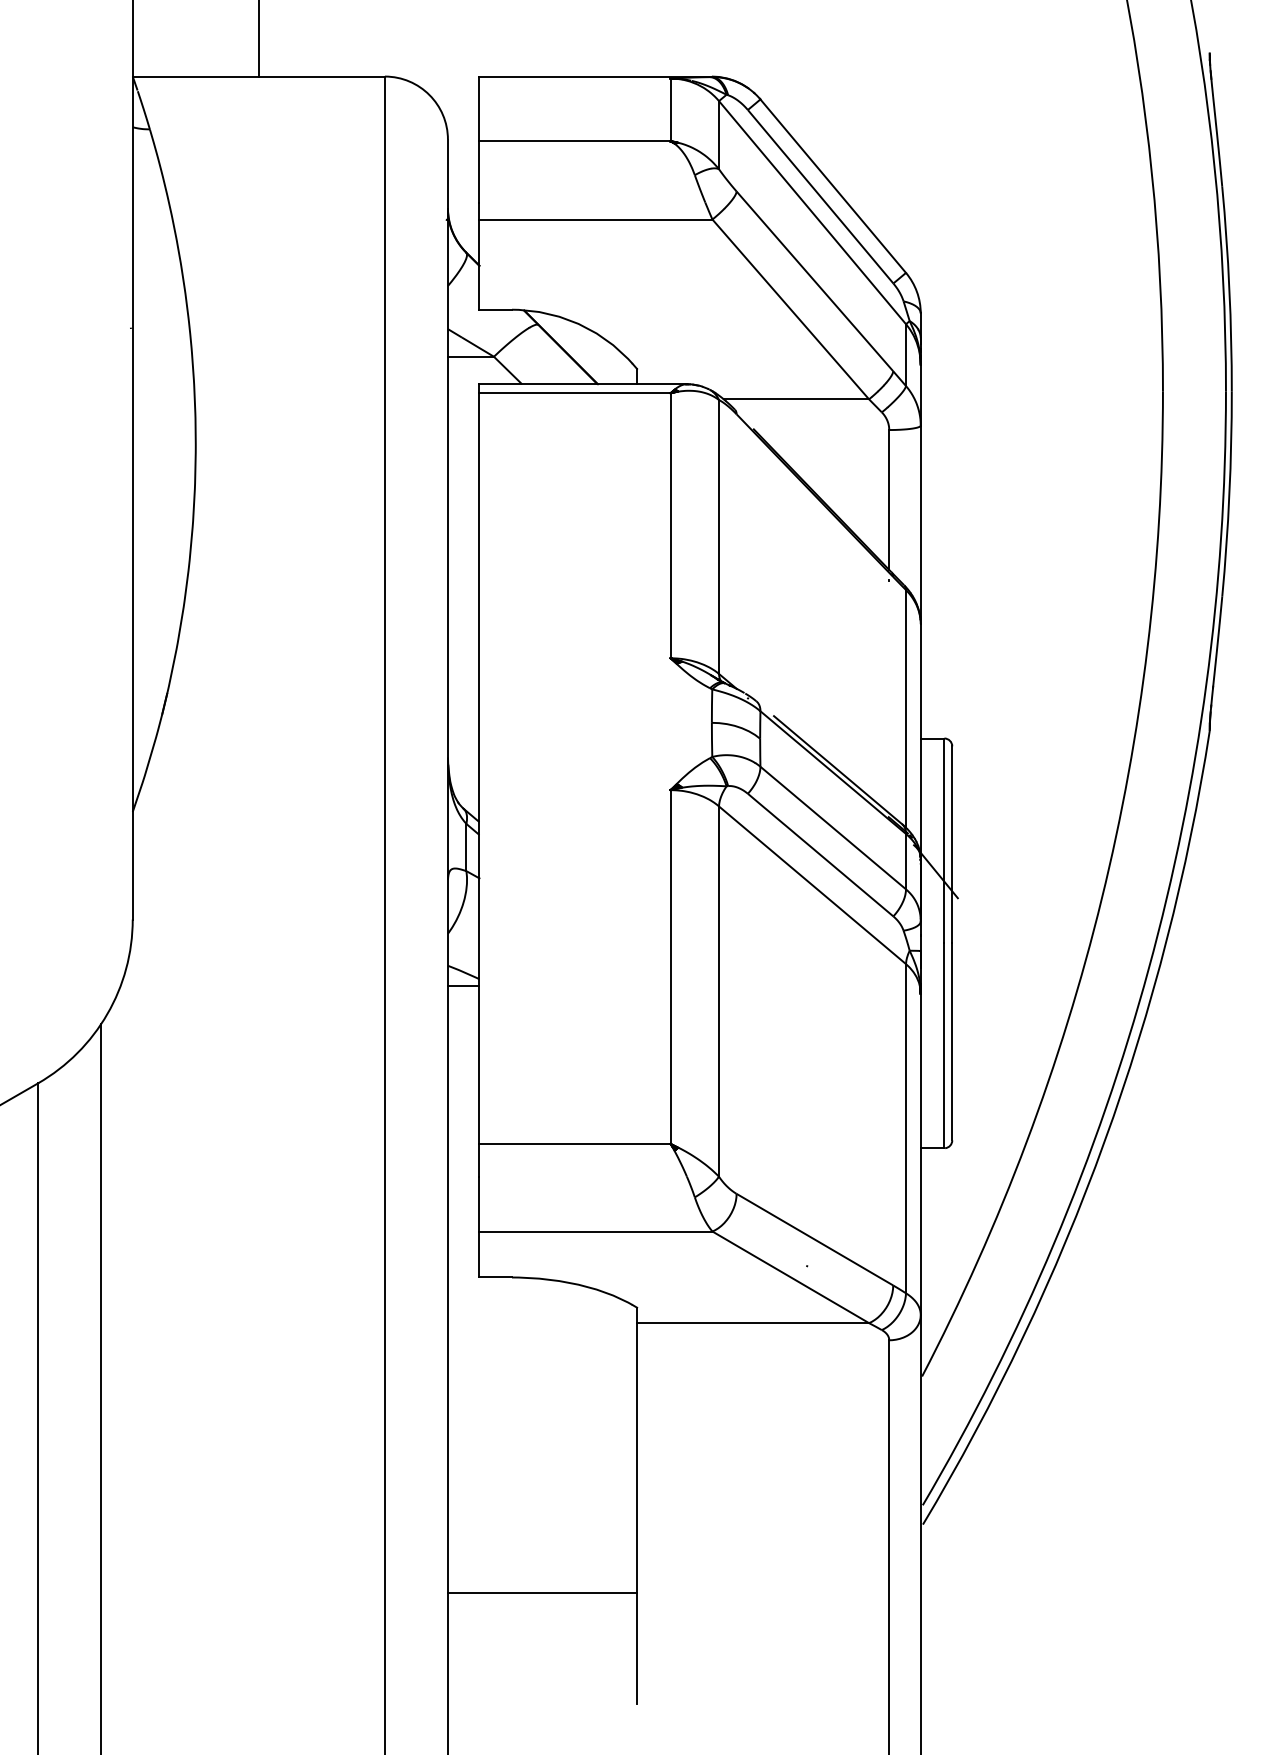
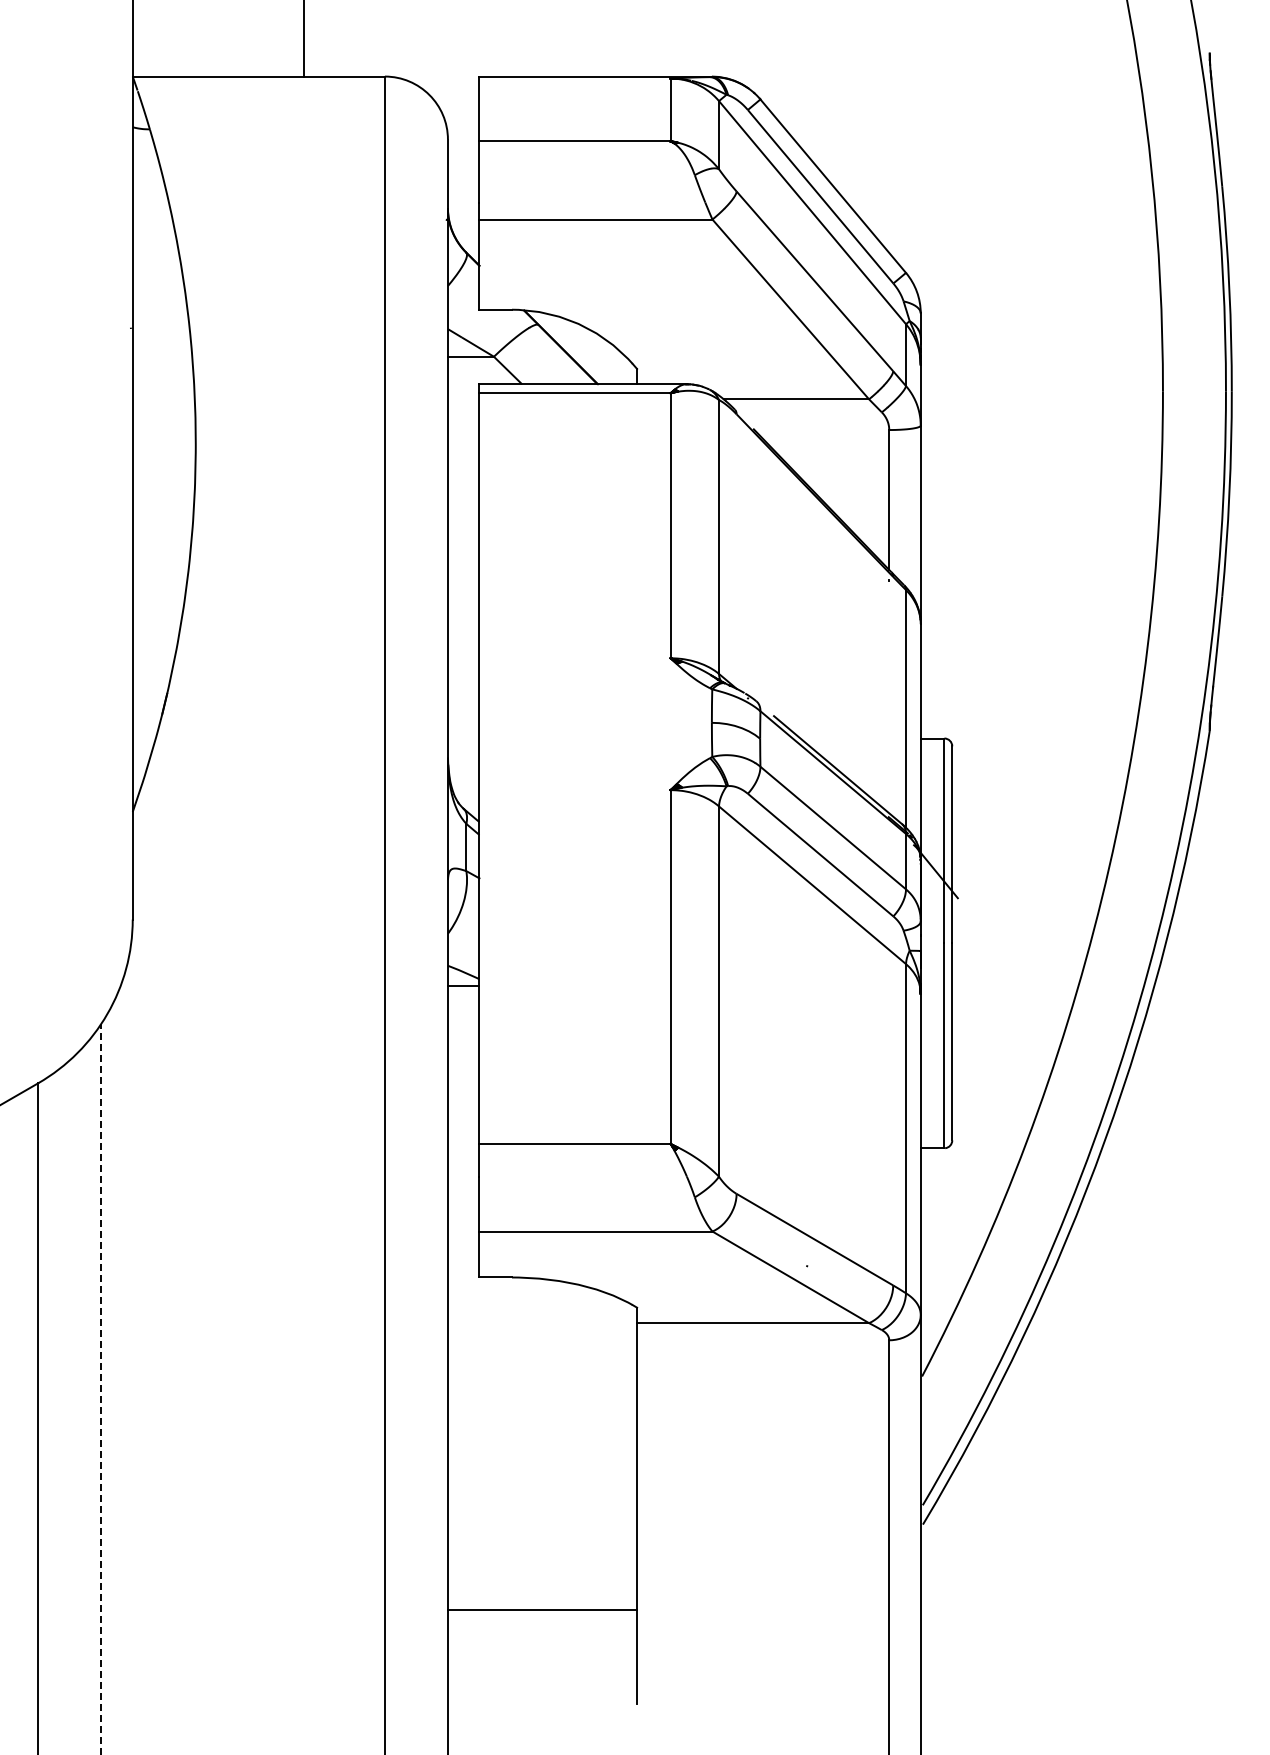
line at (258, 39) position: (258, 39) -> (303, 39)
line at (101, 1389): solid -> dashed
line at (542, 1592) position: (542, 1592) -> (542, 1609)
